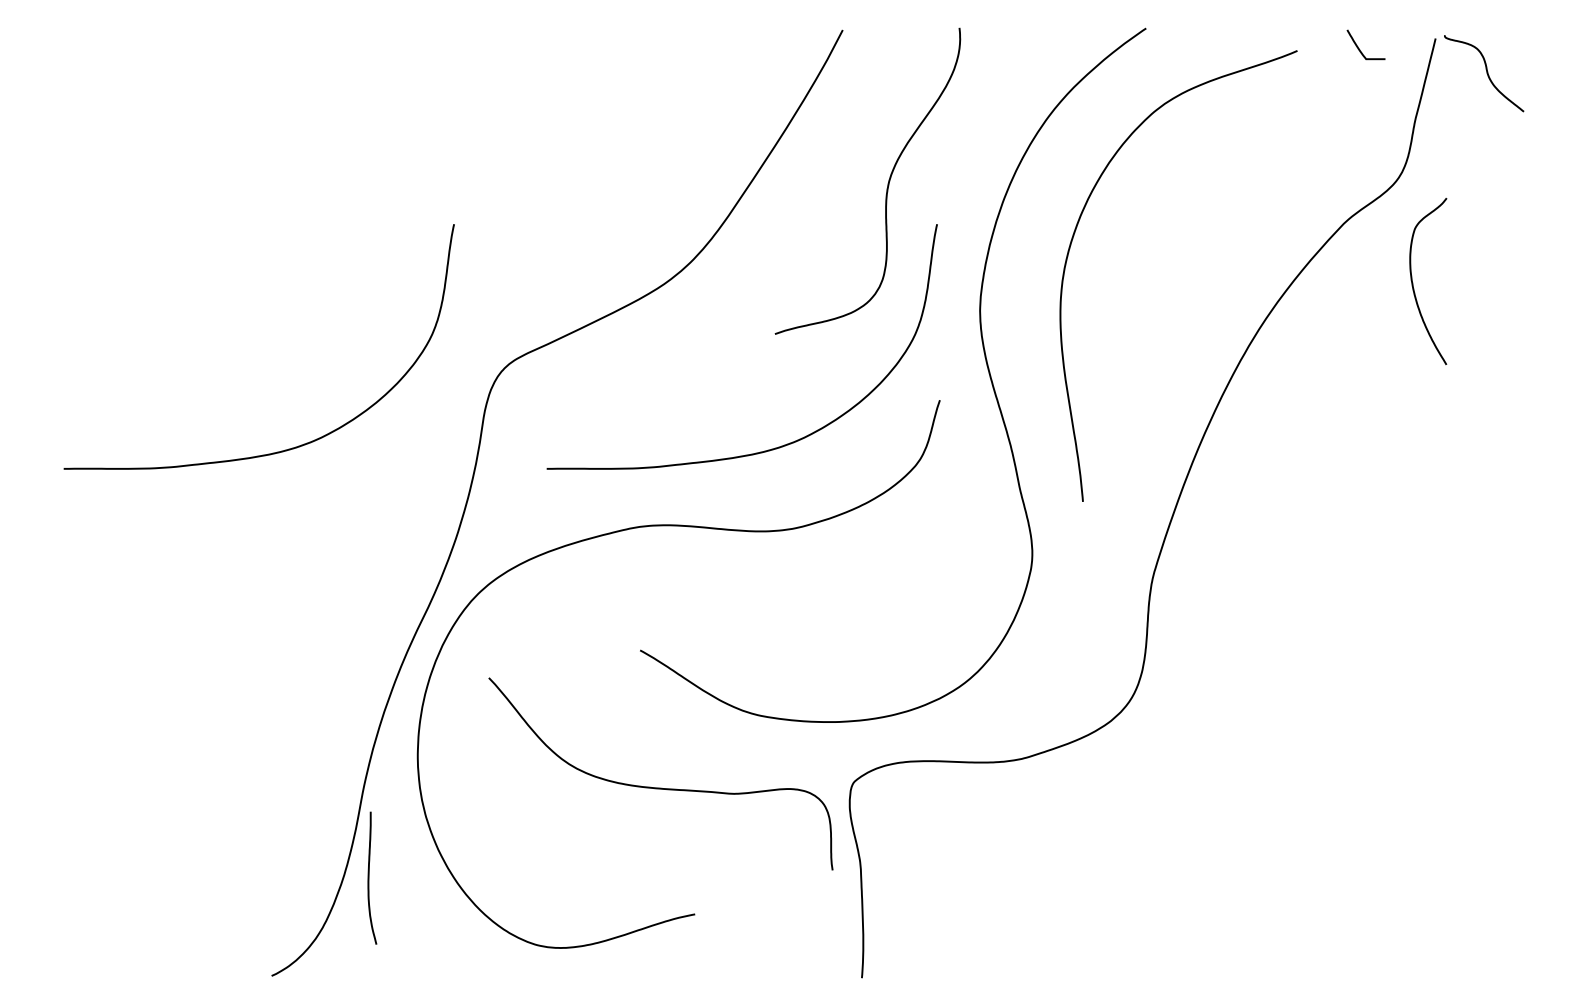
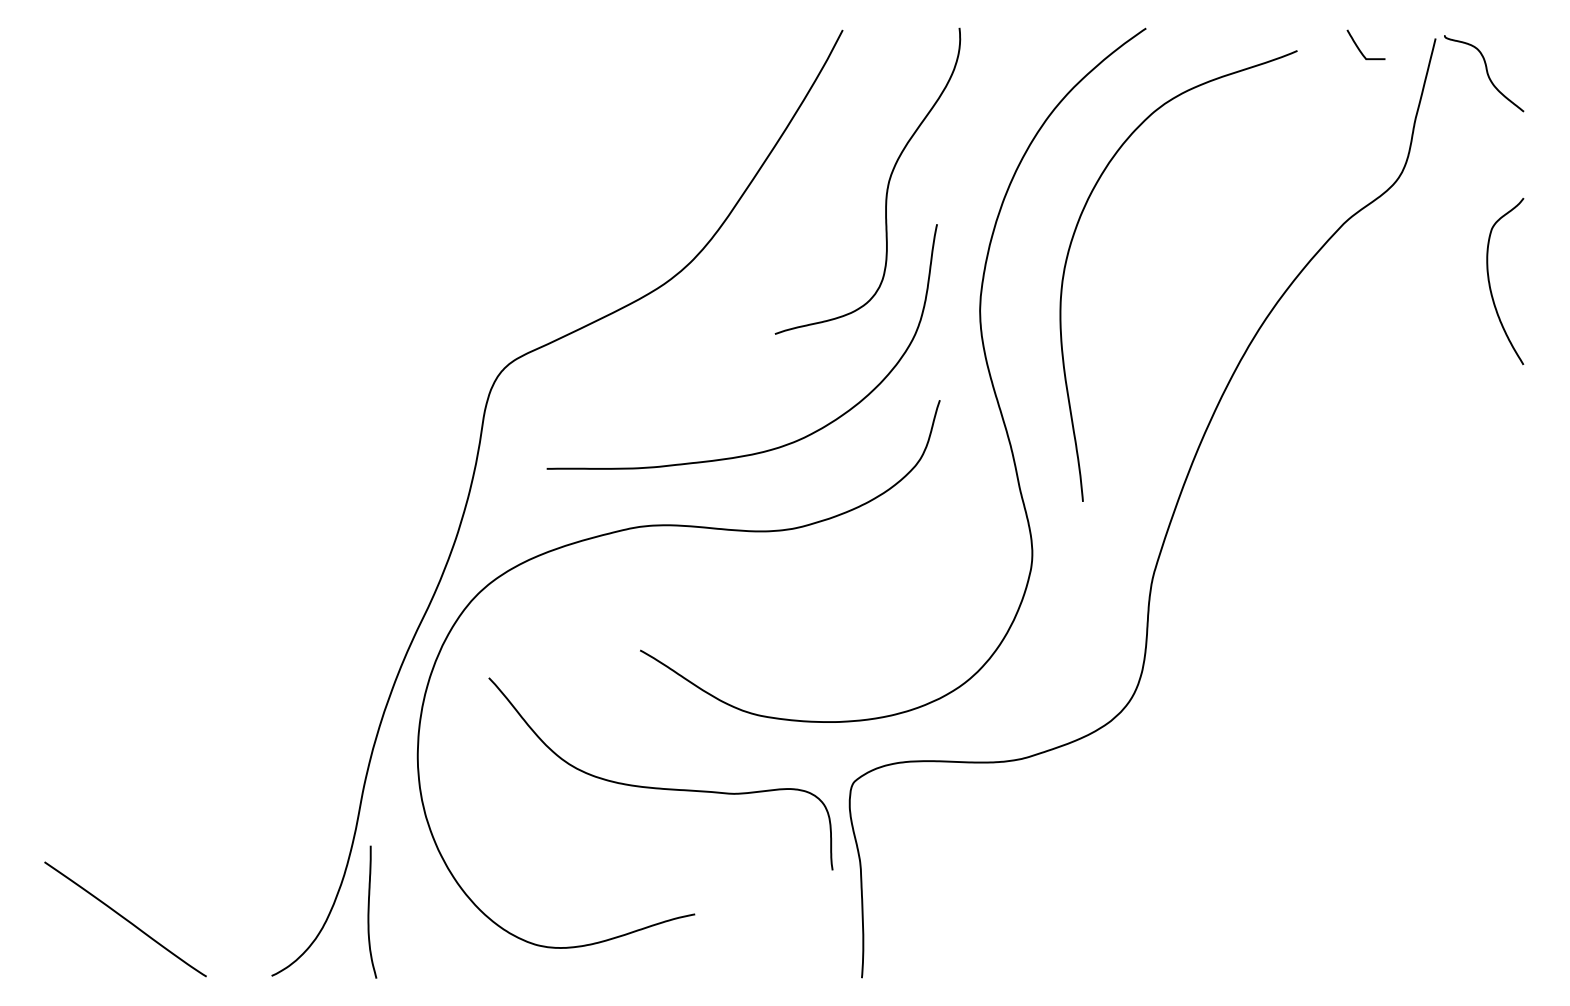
curve at (1413, 282) position: (1413, 282) -> (1490, 282)
curve at (288, 448): present -> none
curve at (369, 877) position: (369, 877) -> (369, 911)
curve at (125, 919): none -> present
